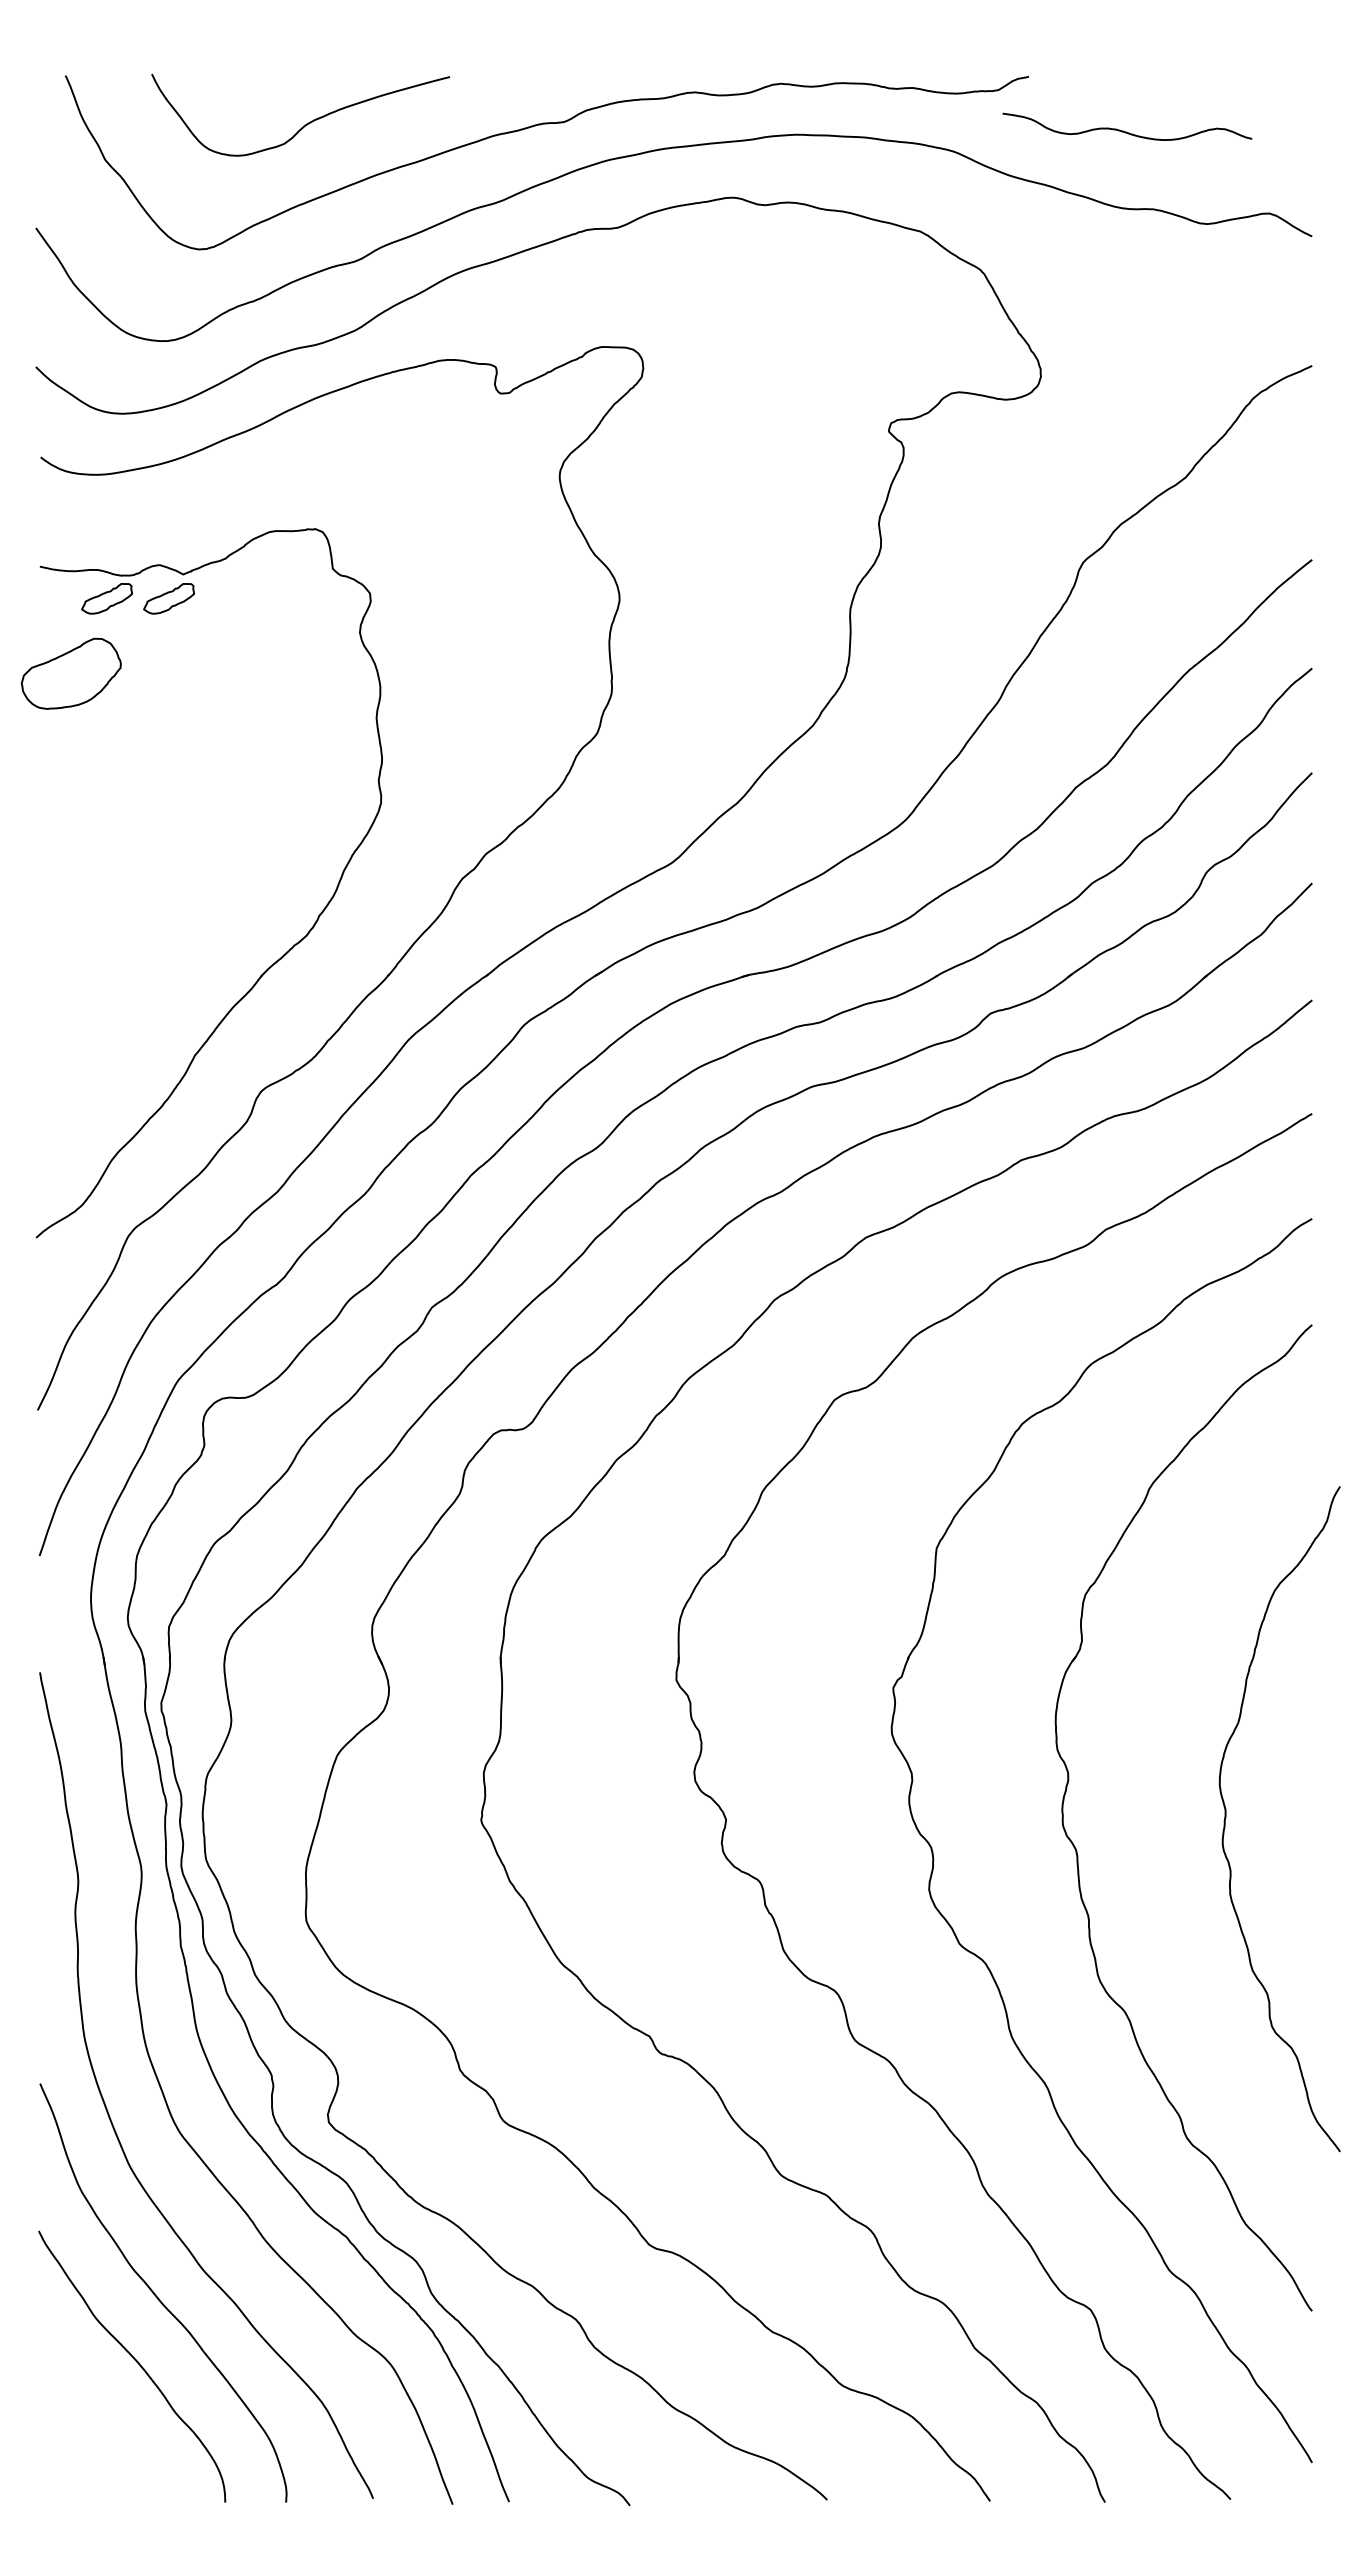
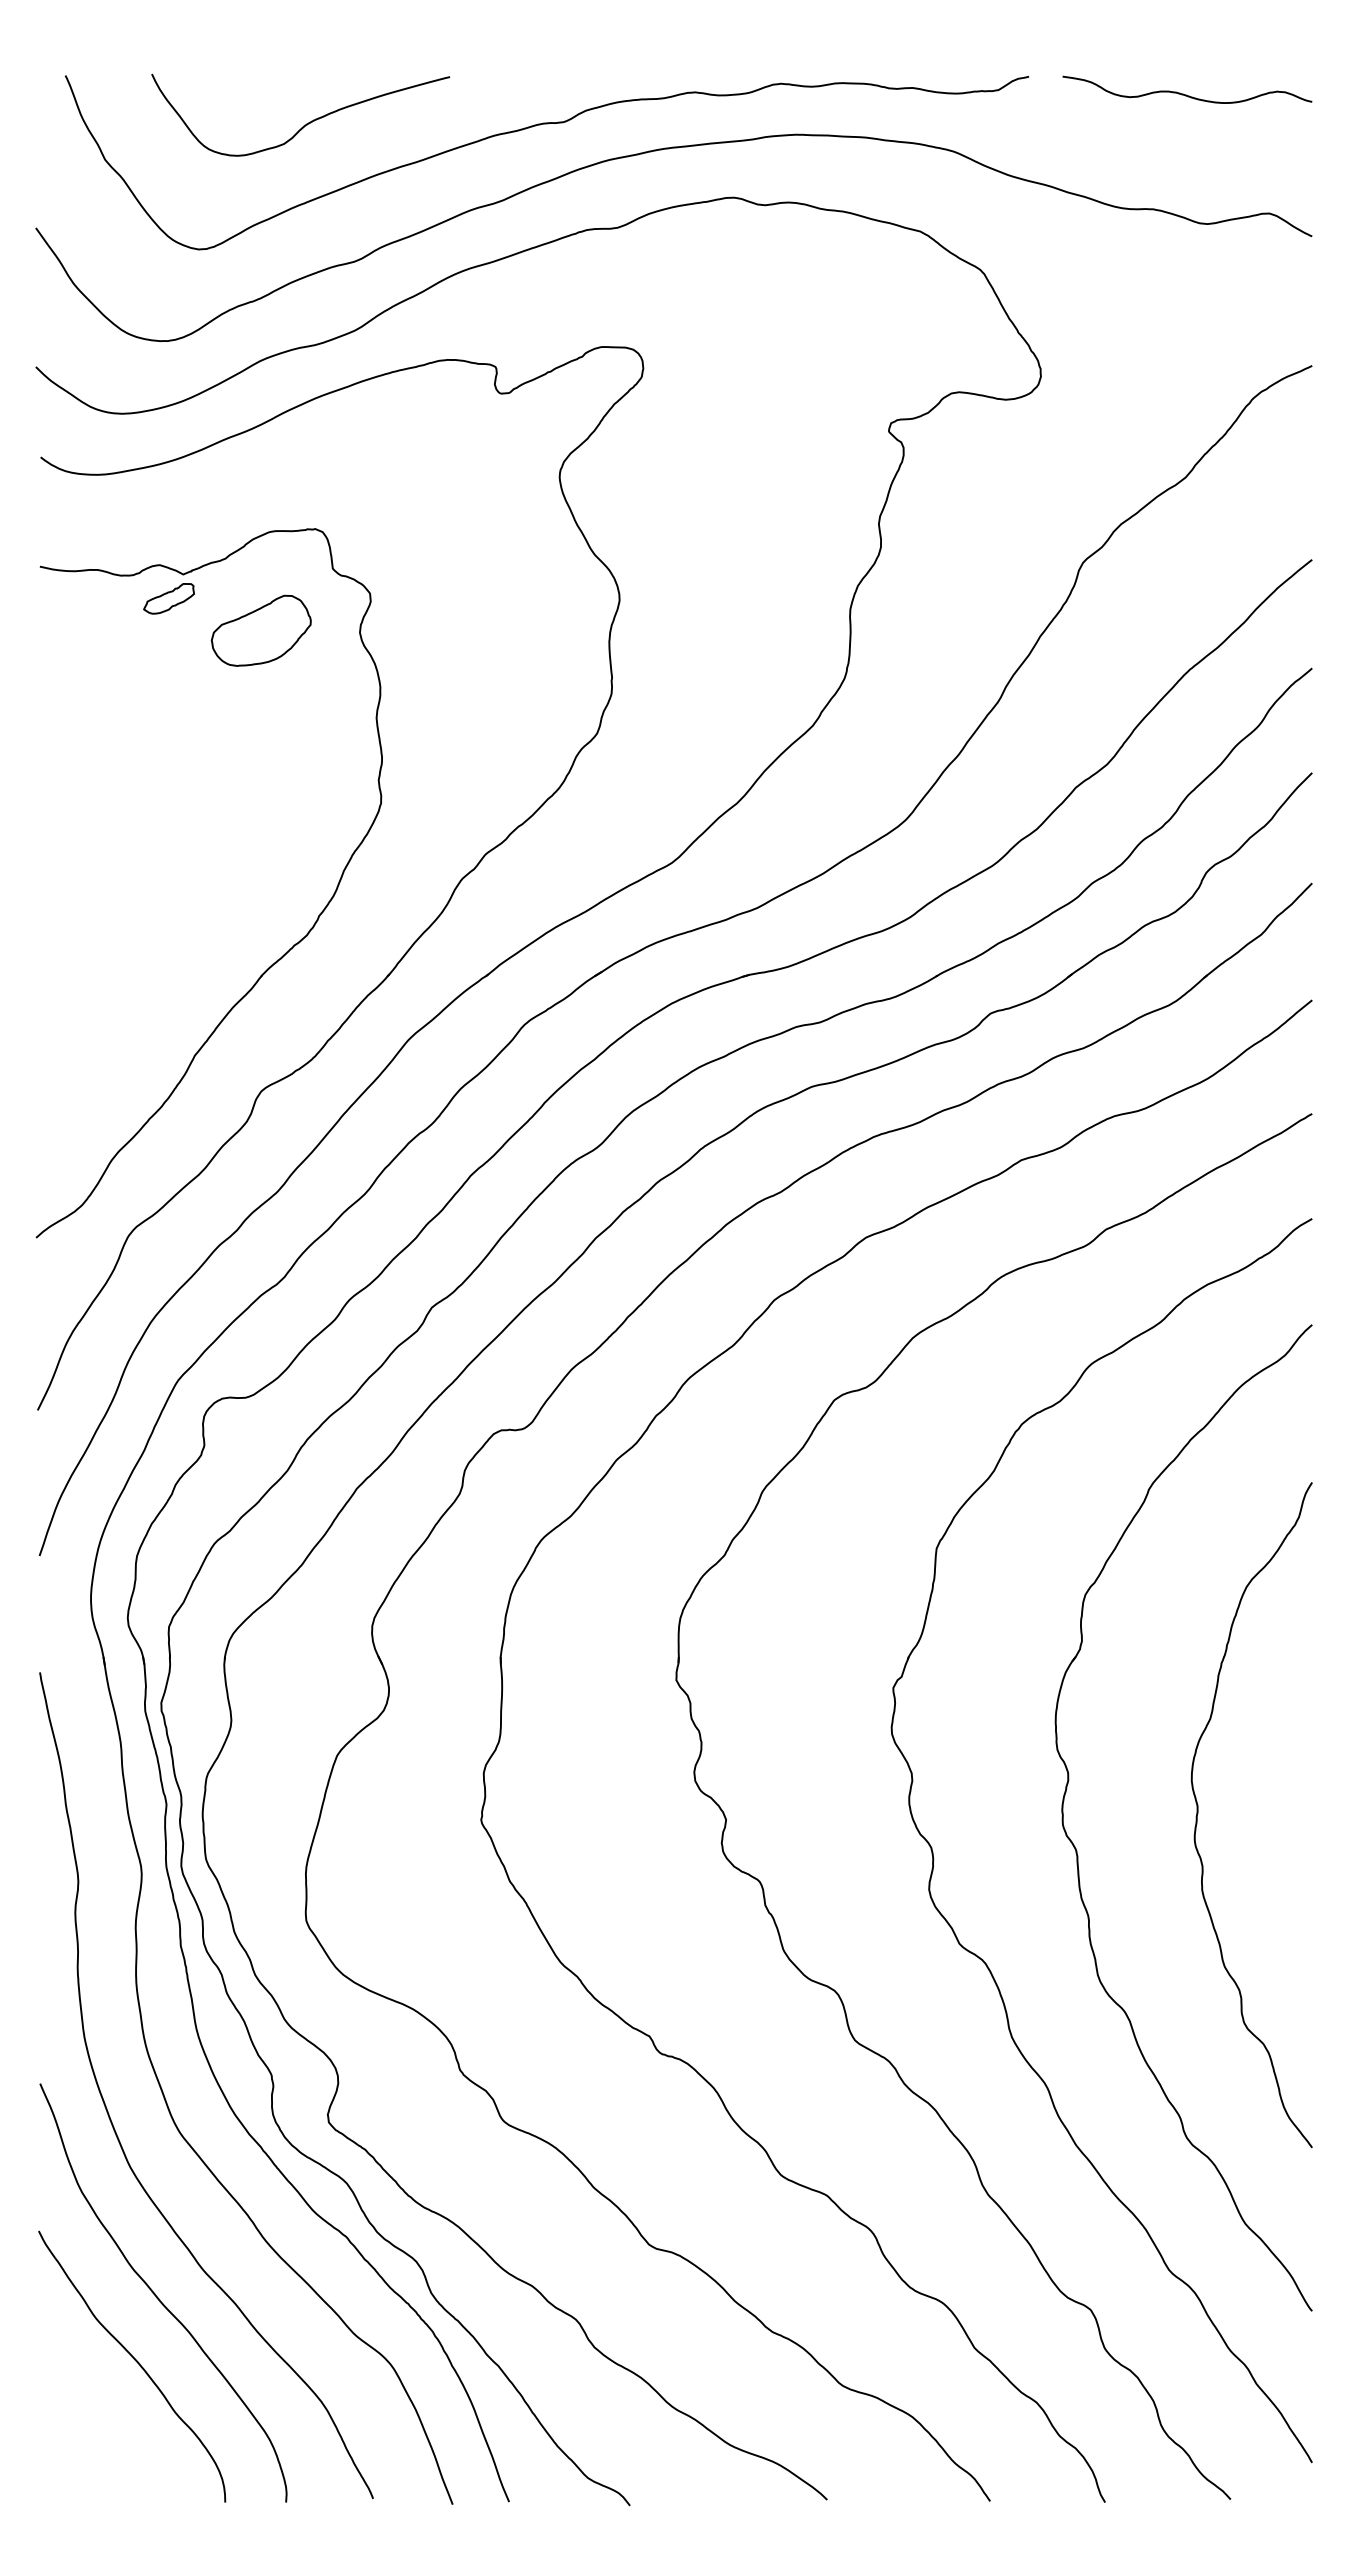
curve at (1126, 131) position: (1126, 131) -> (1186, 94)
part at (106, 598): present -> none
part at (70, 673) position: (70, 673) -> (260, 630)
part at (1226, 1818) position: (1226, 1818) -> (1198, 1814)
